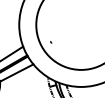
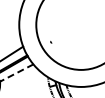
line at (16, 72): solid -> dashed
